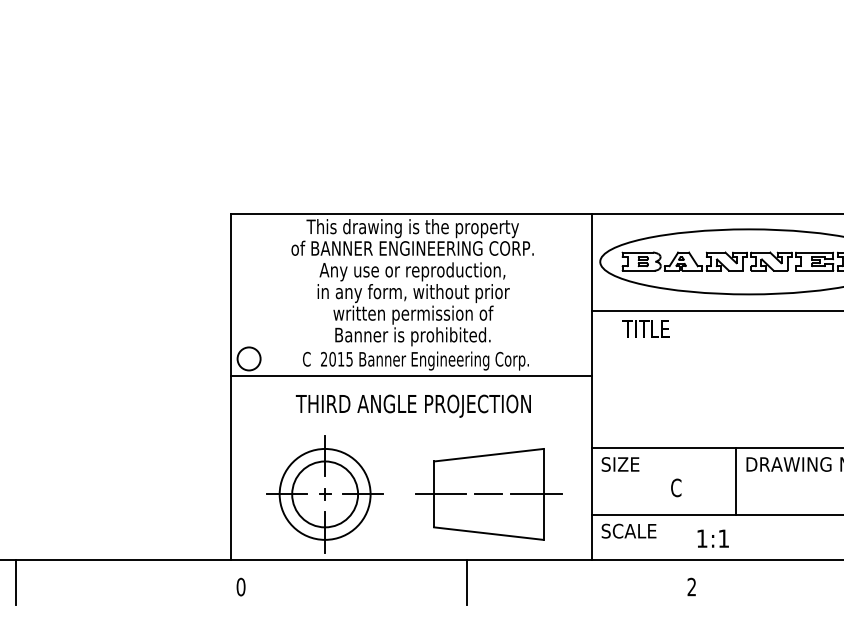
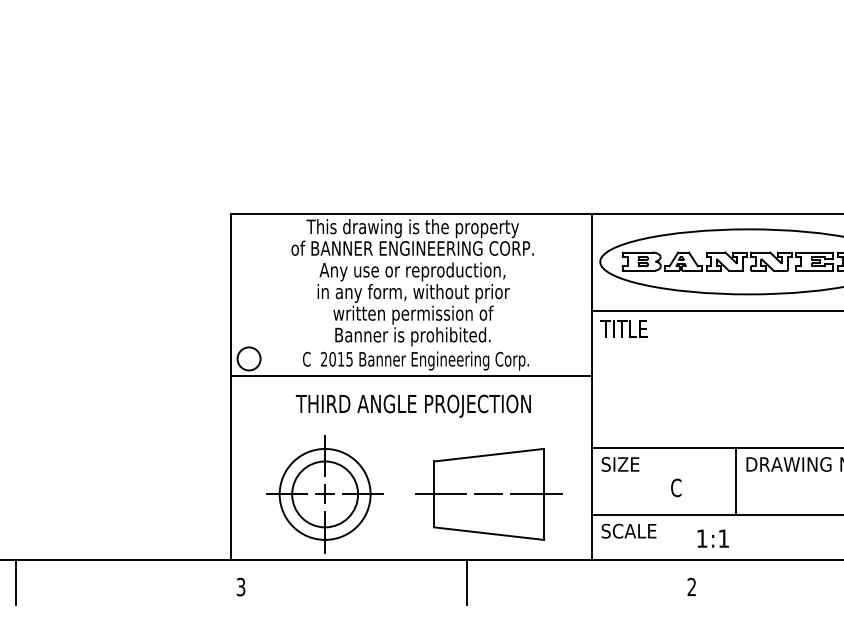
text at (645, 328) position: (645, 328) -> (623, 328)
part at (325, 494) size: 13x13 px -> 20x20 px
text at (240, 586): 0 -> 3
